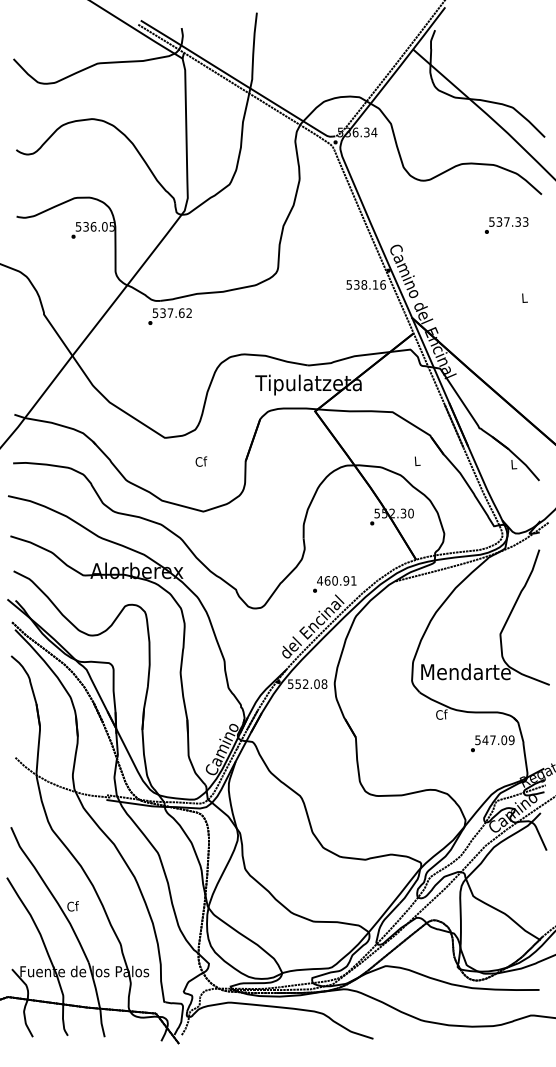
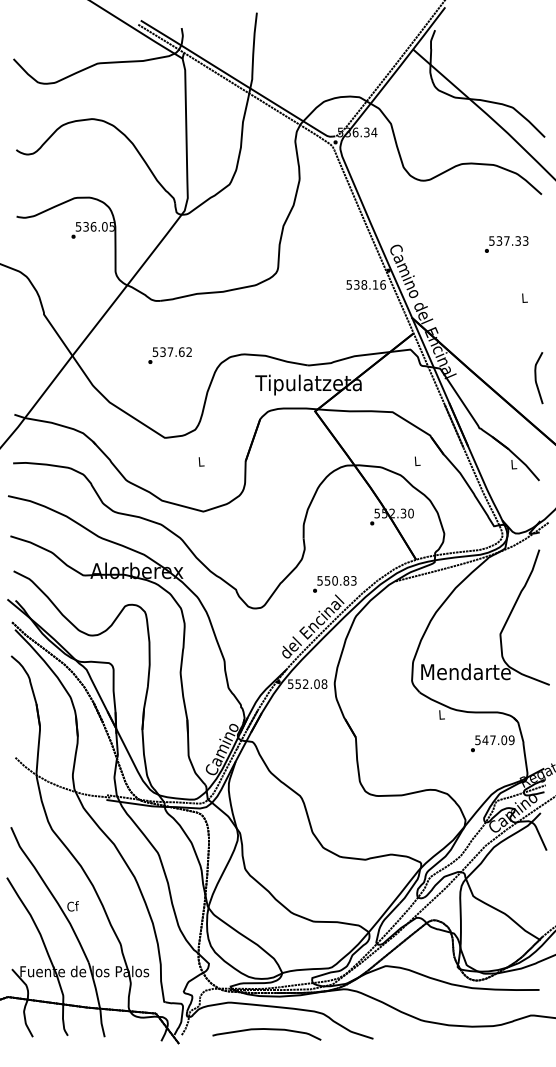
text at (506, 225) position: (506, 225) -> (506, 244)
text at (169, 316) position: (169, 316) -> (169, 355)
curve at (536, 378): none -> present
text at (201, 461): Cf -> L
text at (336, 580): 460.91 -> 550.83
text at (441, 714): Cf -> L
curve at (268, 1030): none -> present
